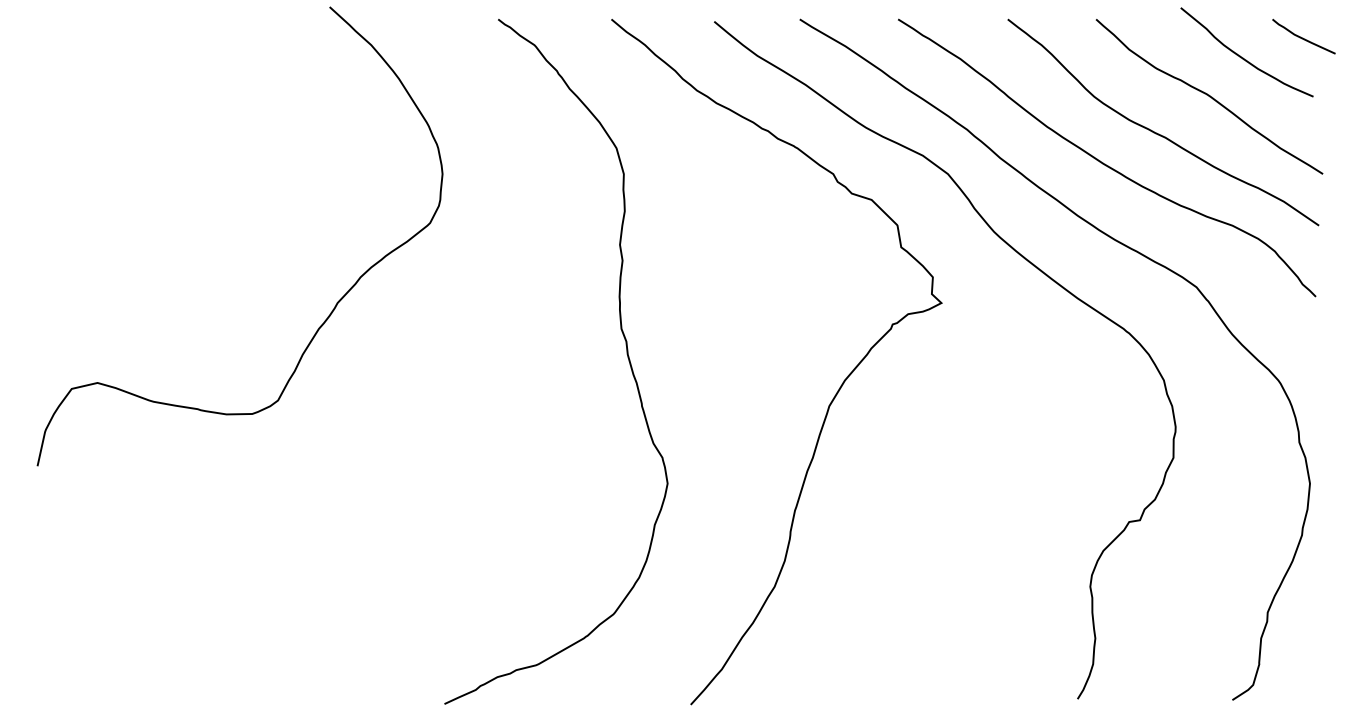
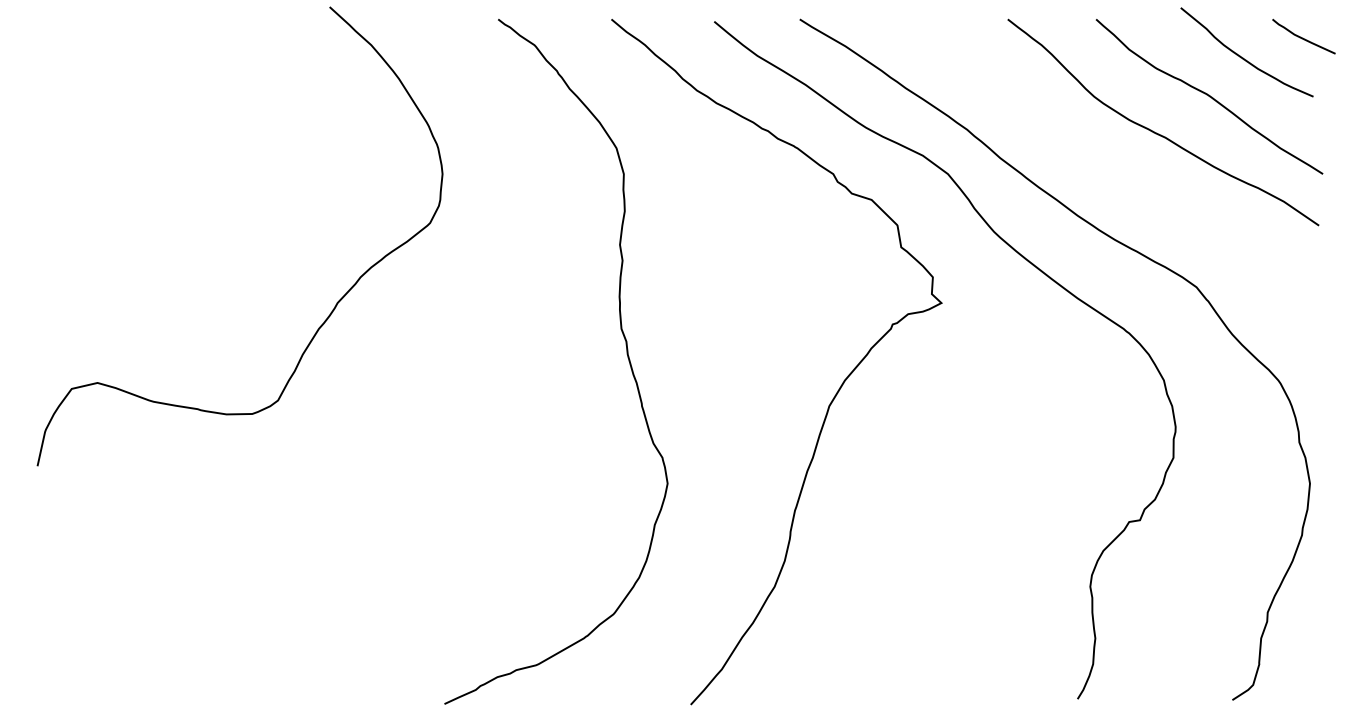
curve at (1105, 163): present -> none
